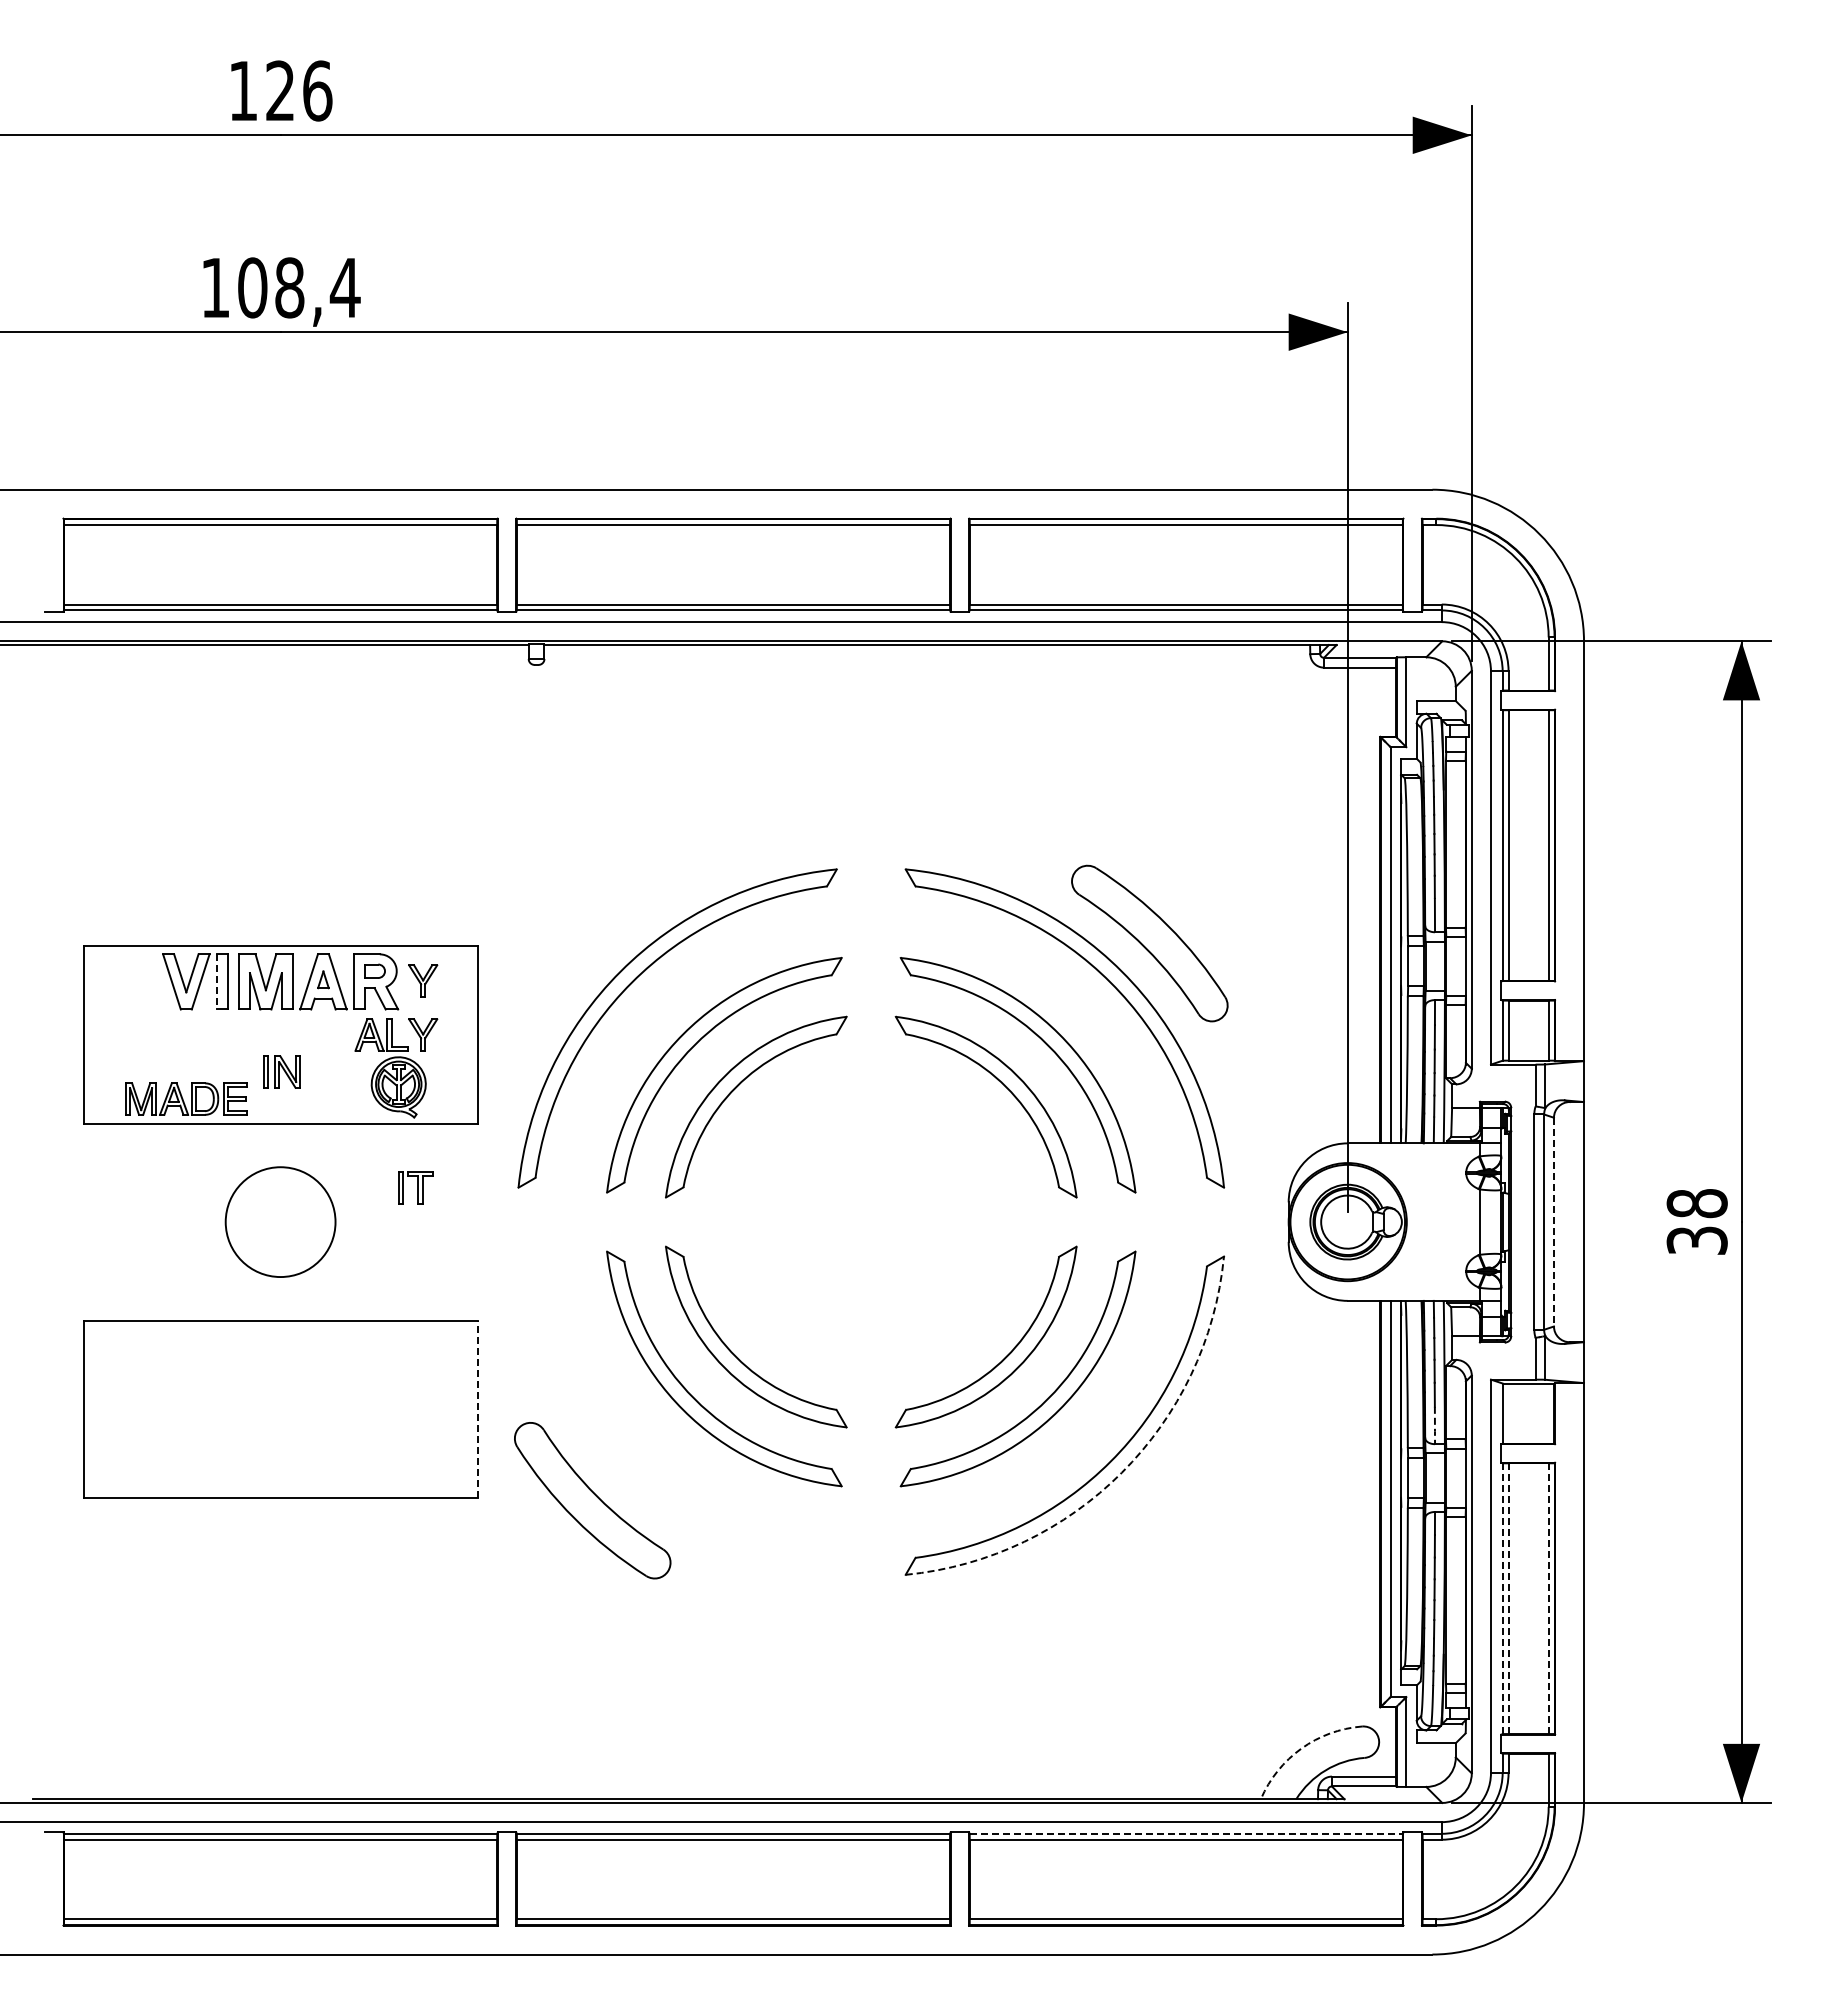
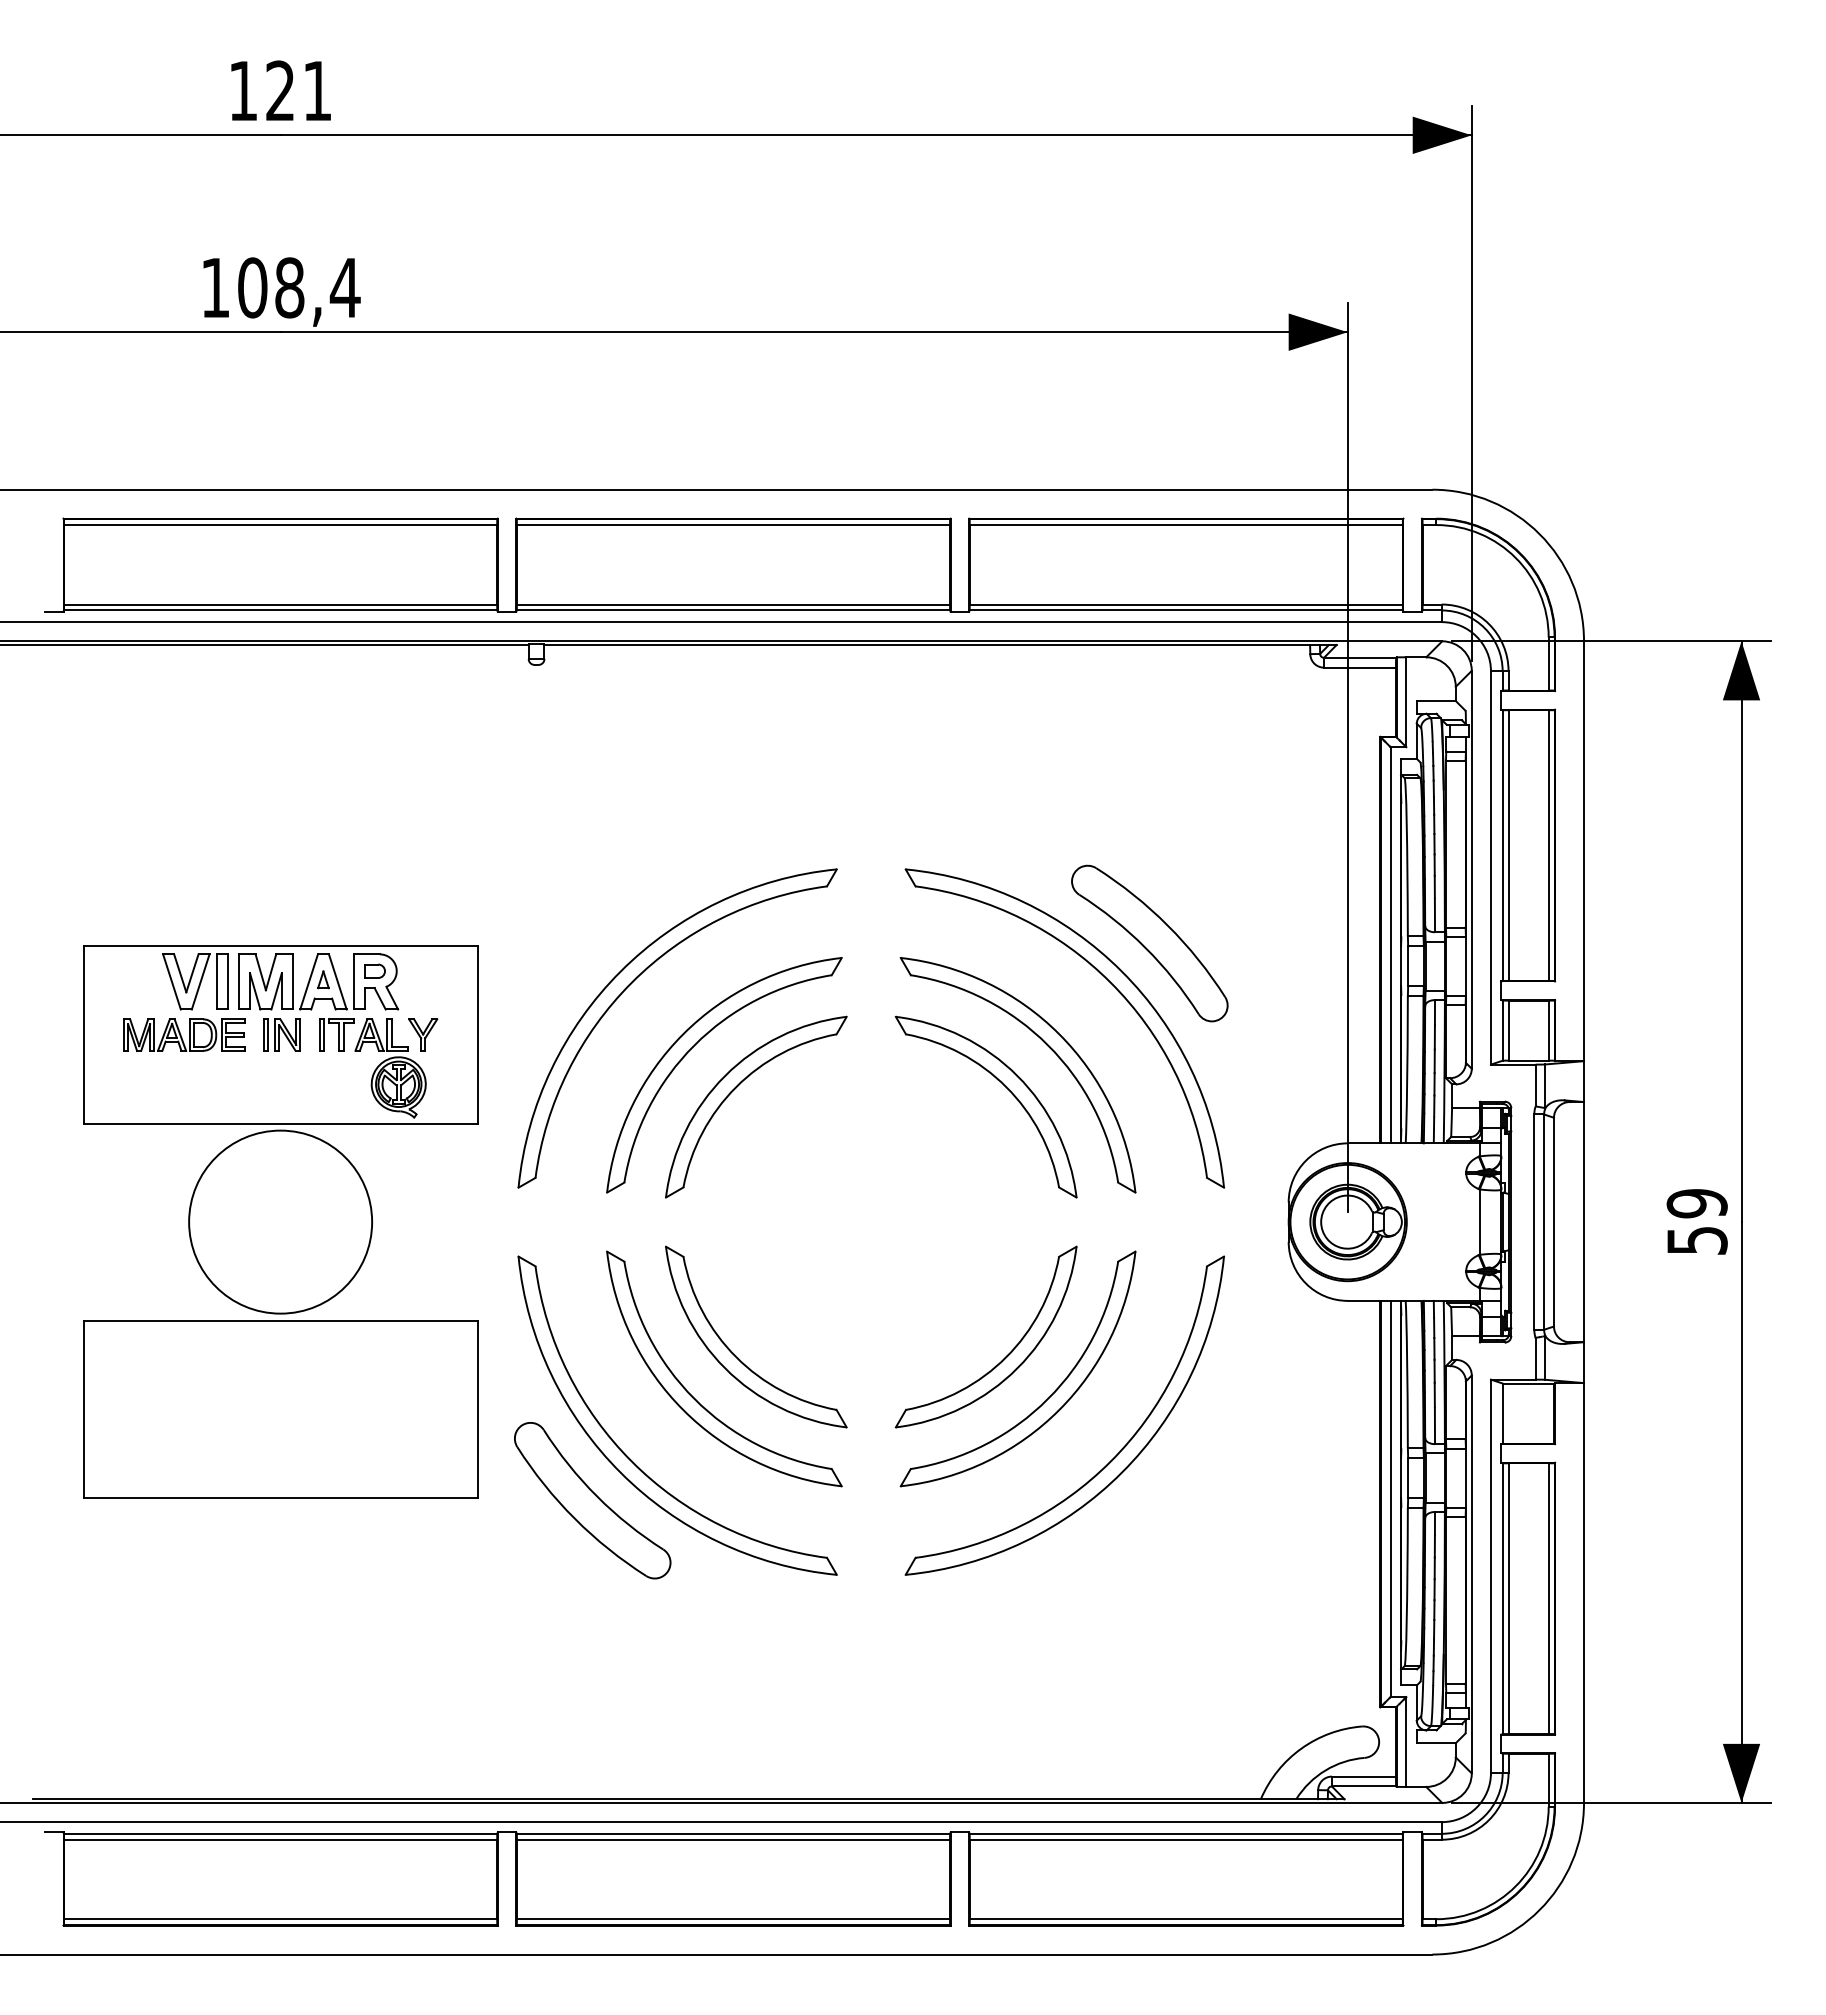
text at (317, 90): 126 -> 121
part at (423, 980): present -> none
line at (216, 981): dashed -> solid
part at (281, 1071) position: (281, 1071) -> (281, 1034)
part at (186, 1098) position: (186, 1098) -> (184, 1034)
part at (415, 1187) position: (415, 1187) -> (336, 1034)
text at (1696, 1221): 38 -> 59
circle at (280, 1222) diameter: 110 px -> 183 px
line at (1553, 1222): dashed -> solid
line at (477, 1409): dashed -> solid
line at (1434, 1426): dashed -> solid
part at (632, 1460): none -> present
arc at (1121, 1472): dashed -> solid
line at (1502, 1598): dashed -> solid
line at (1508, 1598): dashed -> solid
line at (1548, 1599): dashed -> solid
arc at (1301, 1748): dashed -> solid
line at (1186, 1833): dashed -> solid
